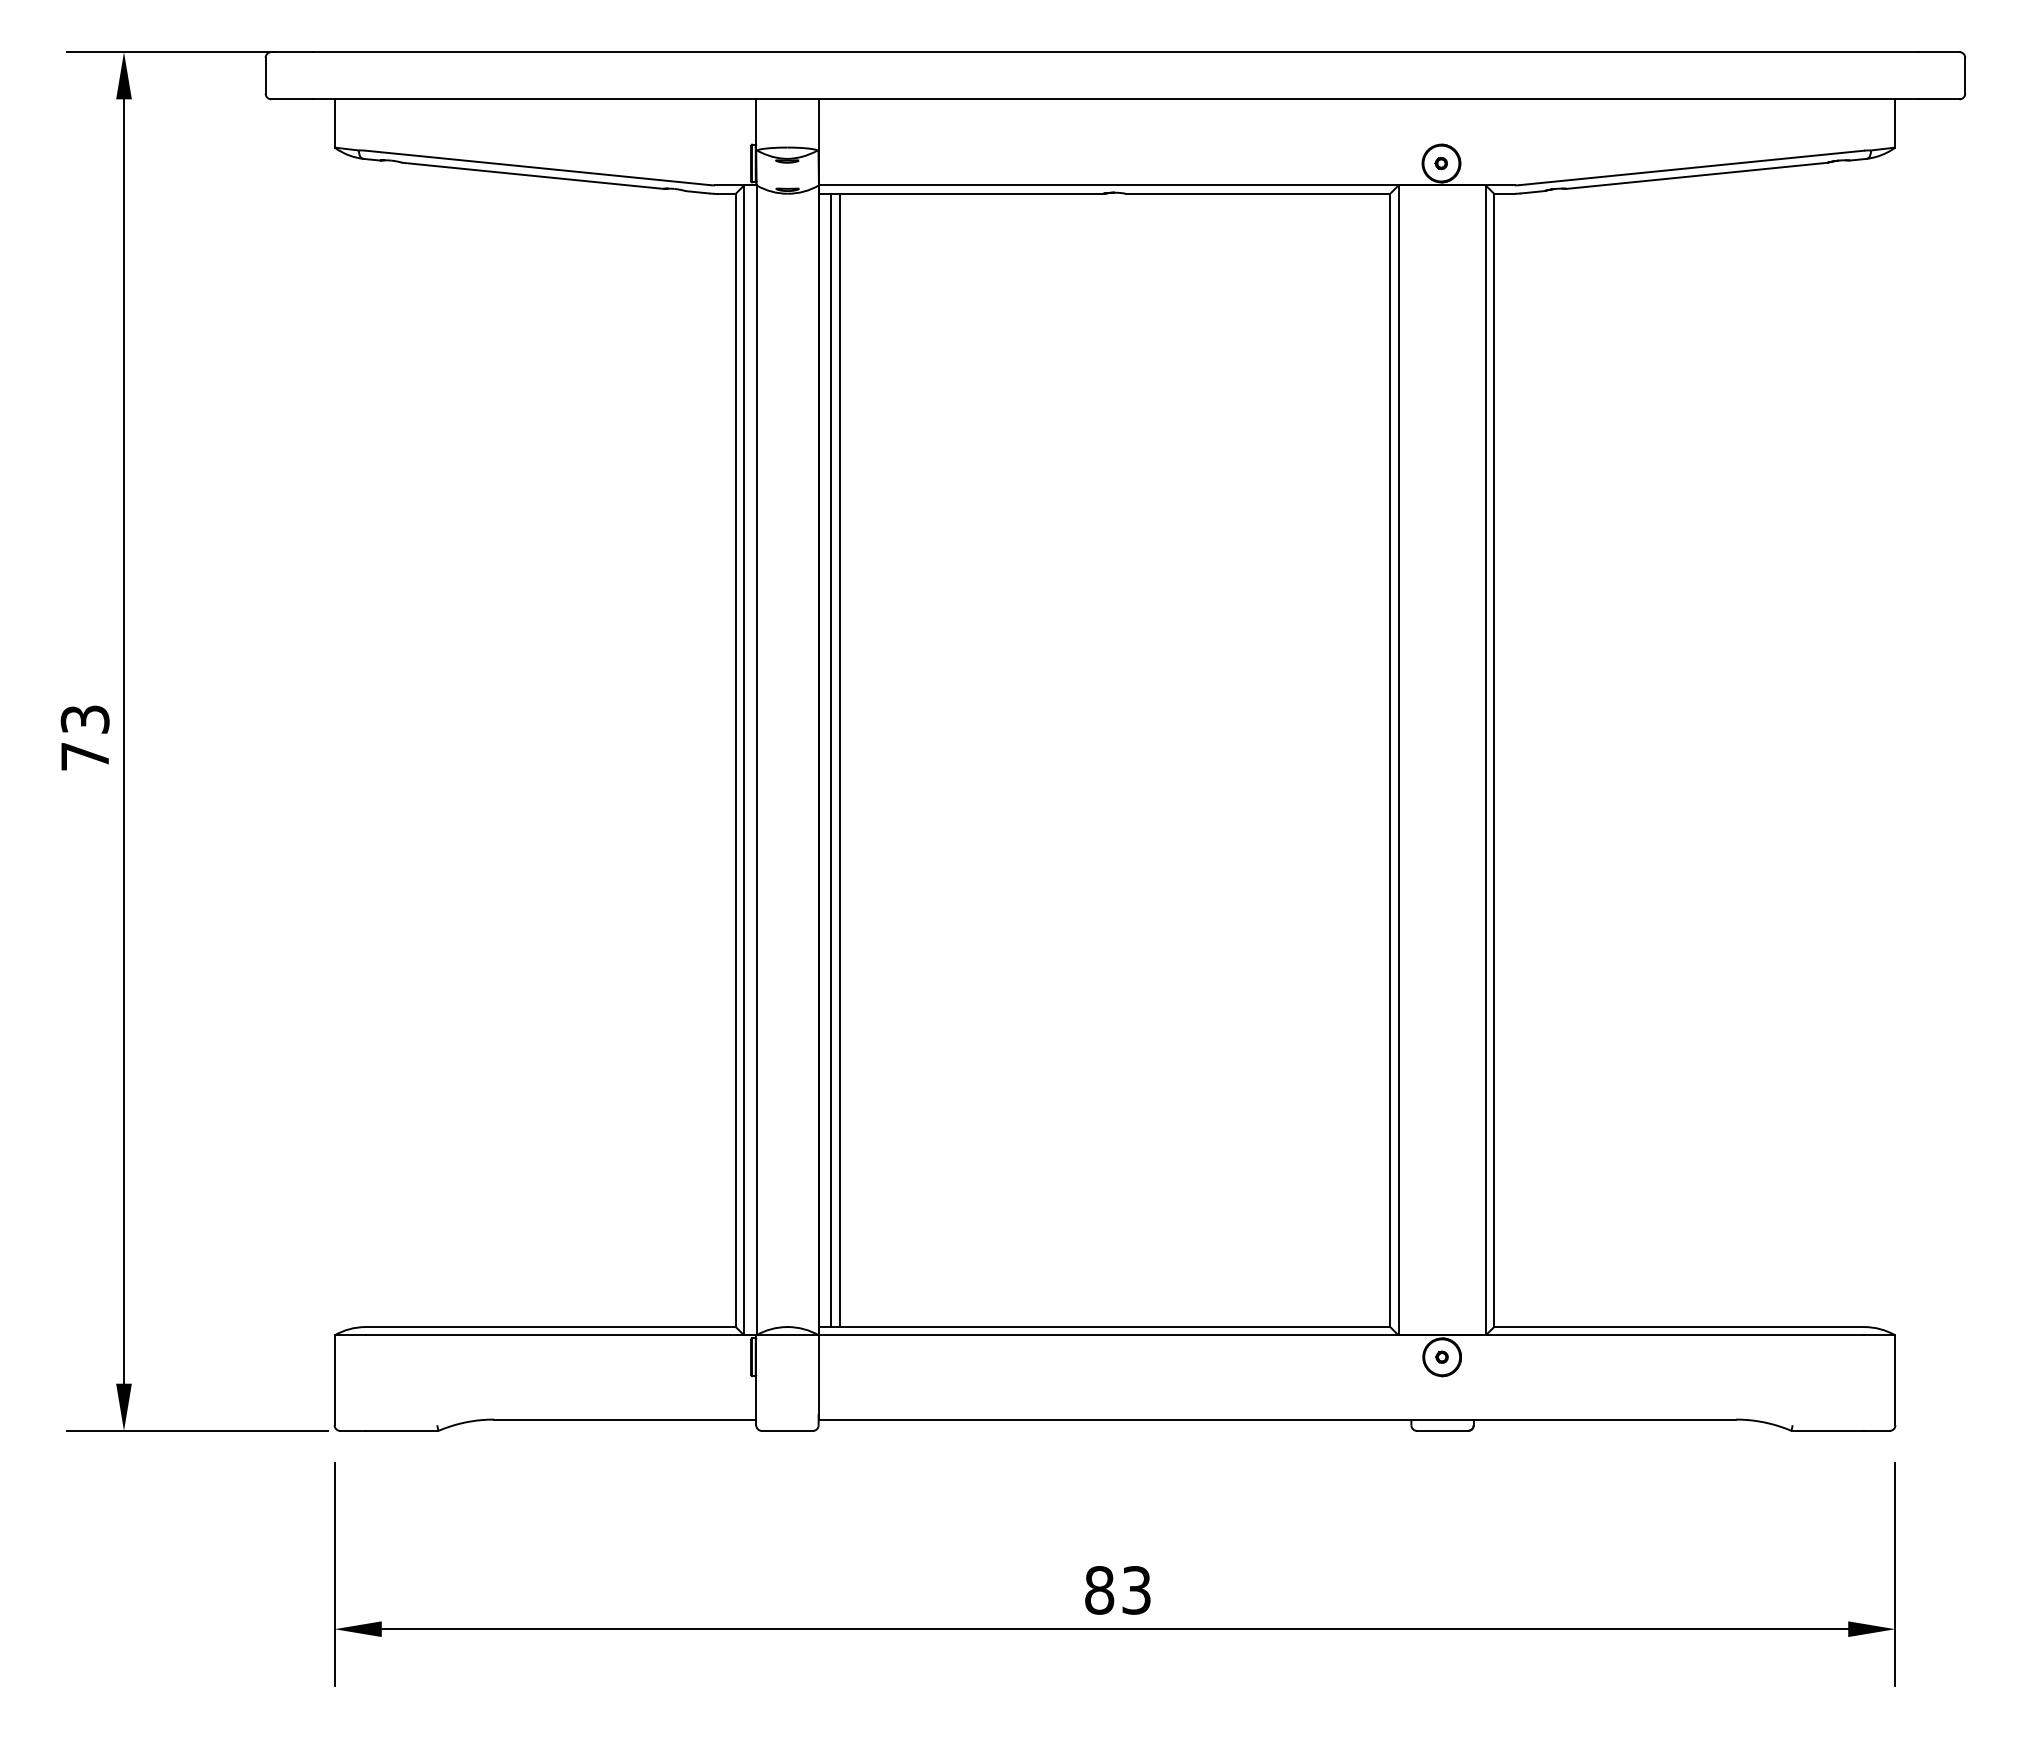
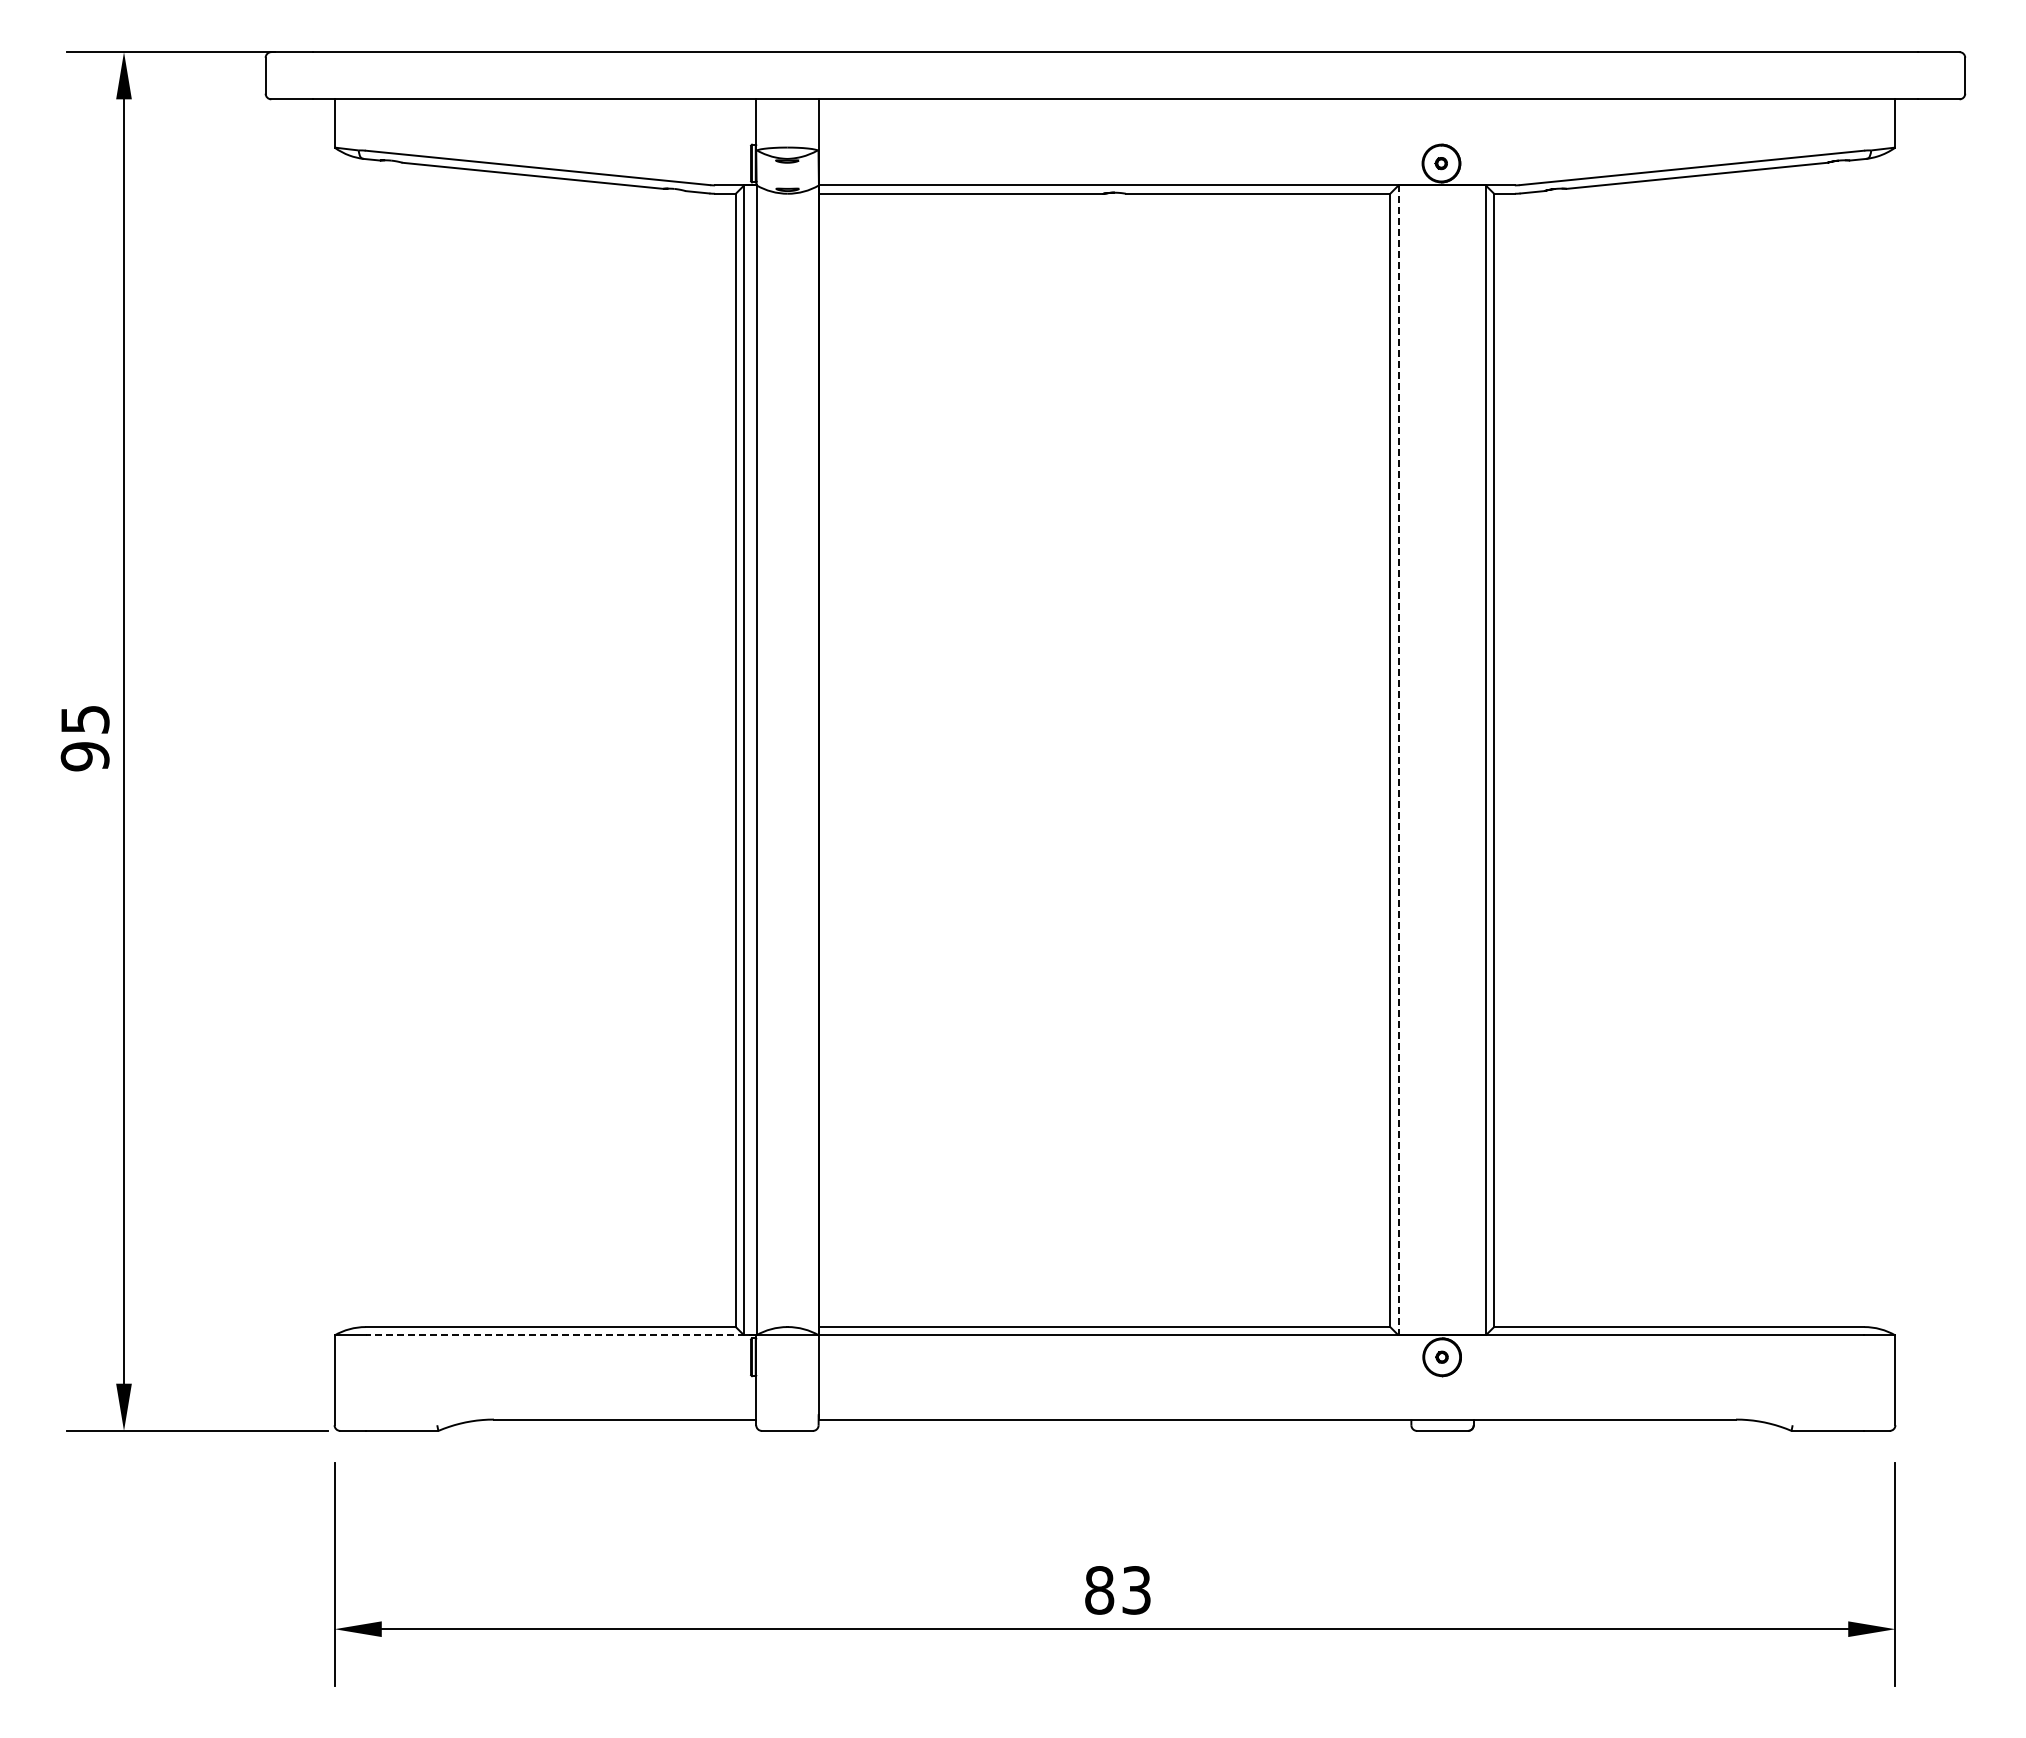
text at (84, 738): 73 -> 95
line at (831, 760): present -> none
line at (839, 760): present -> none
line at (1398, 760): solid -> dashed
line at (560, 1335): solid -> dashed
